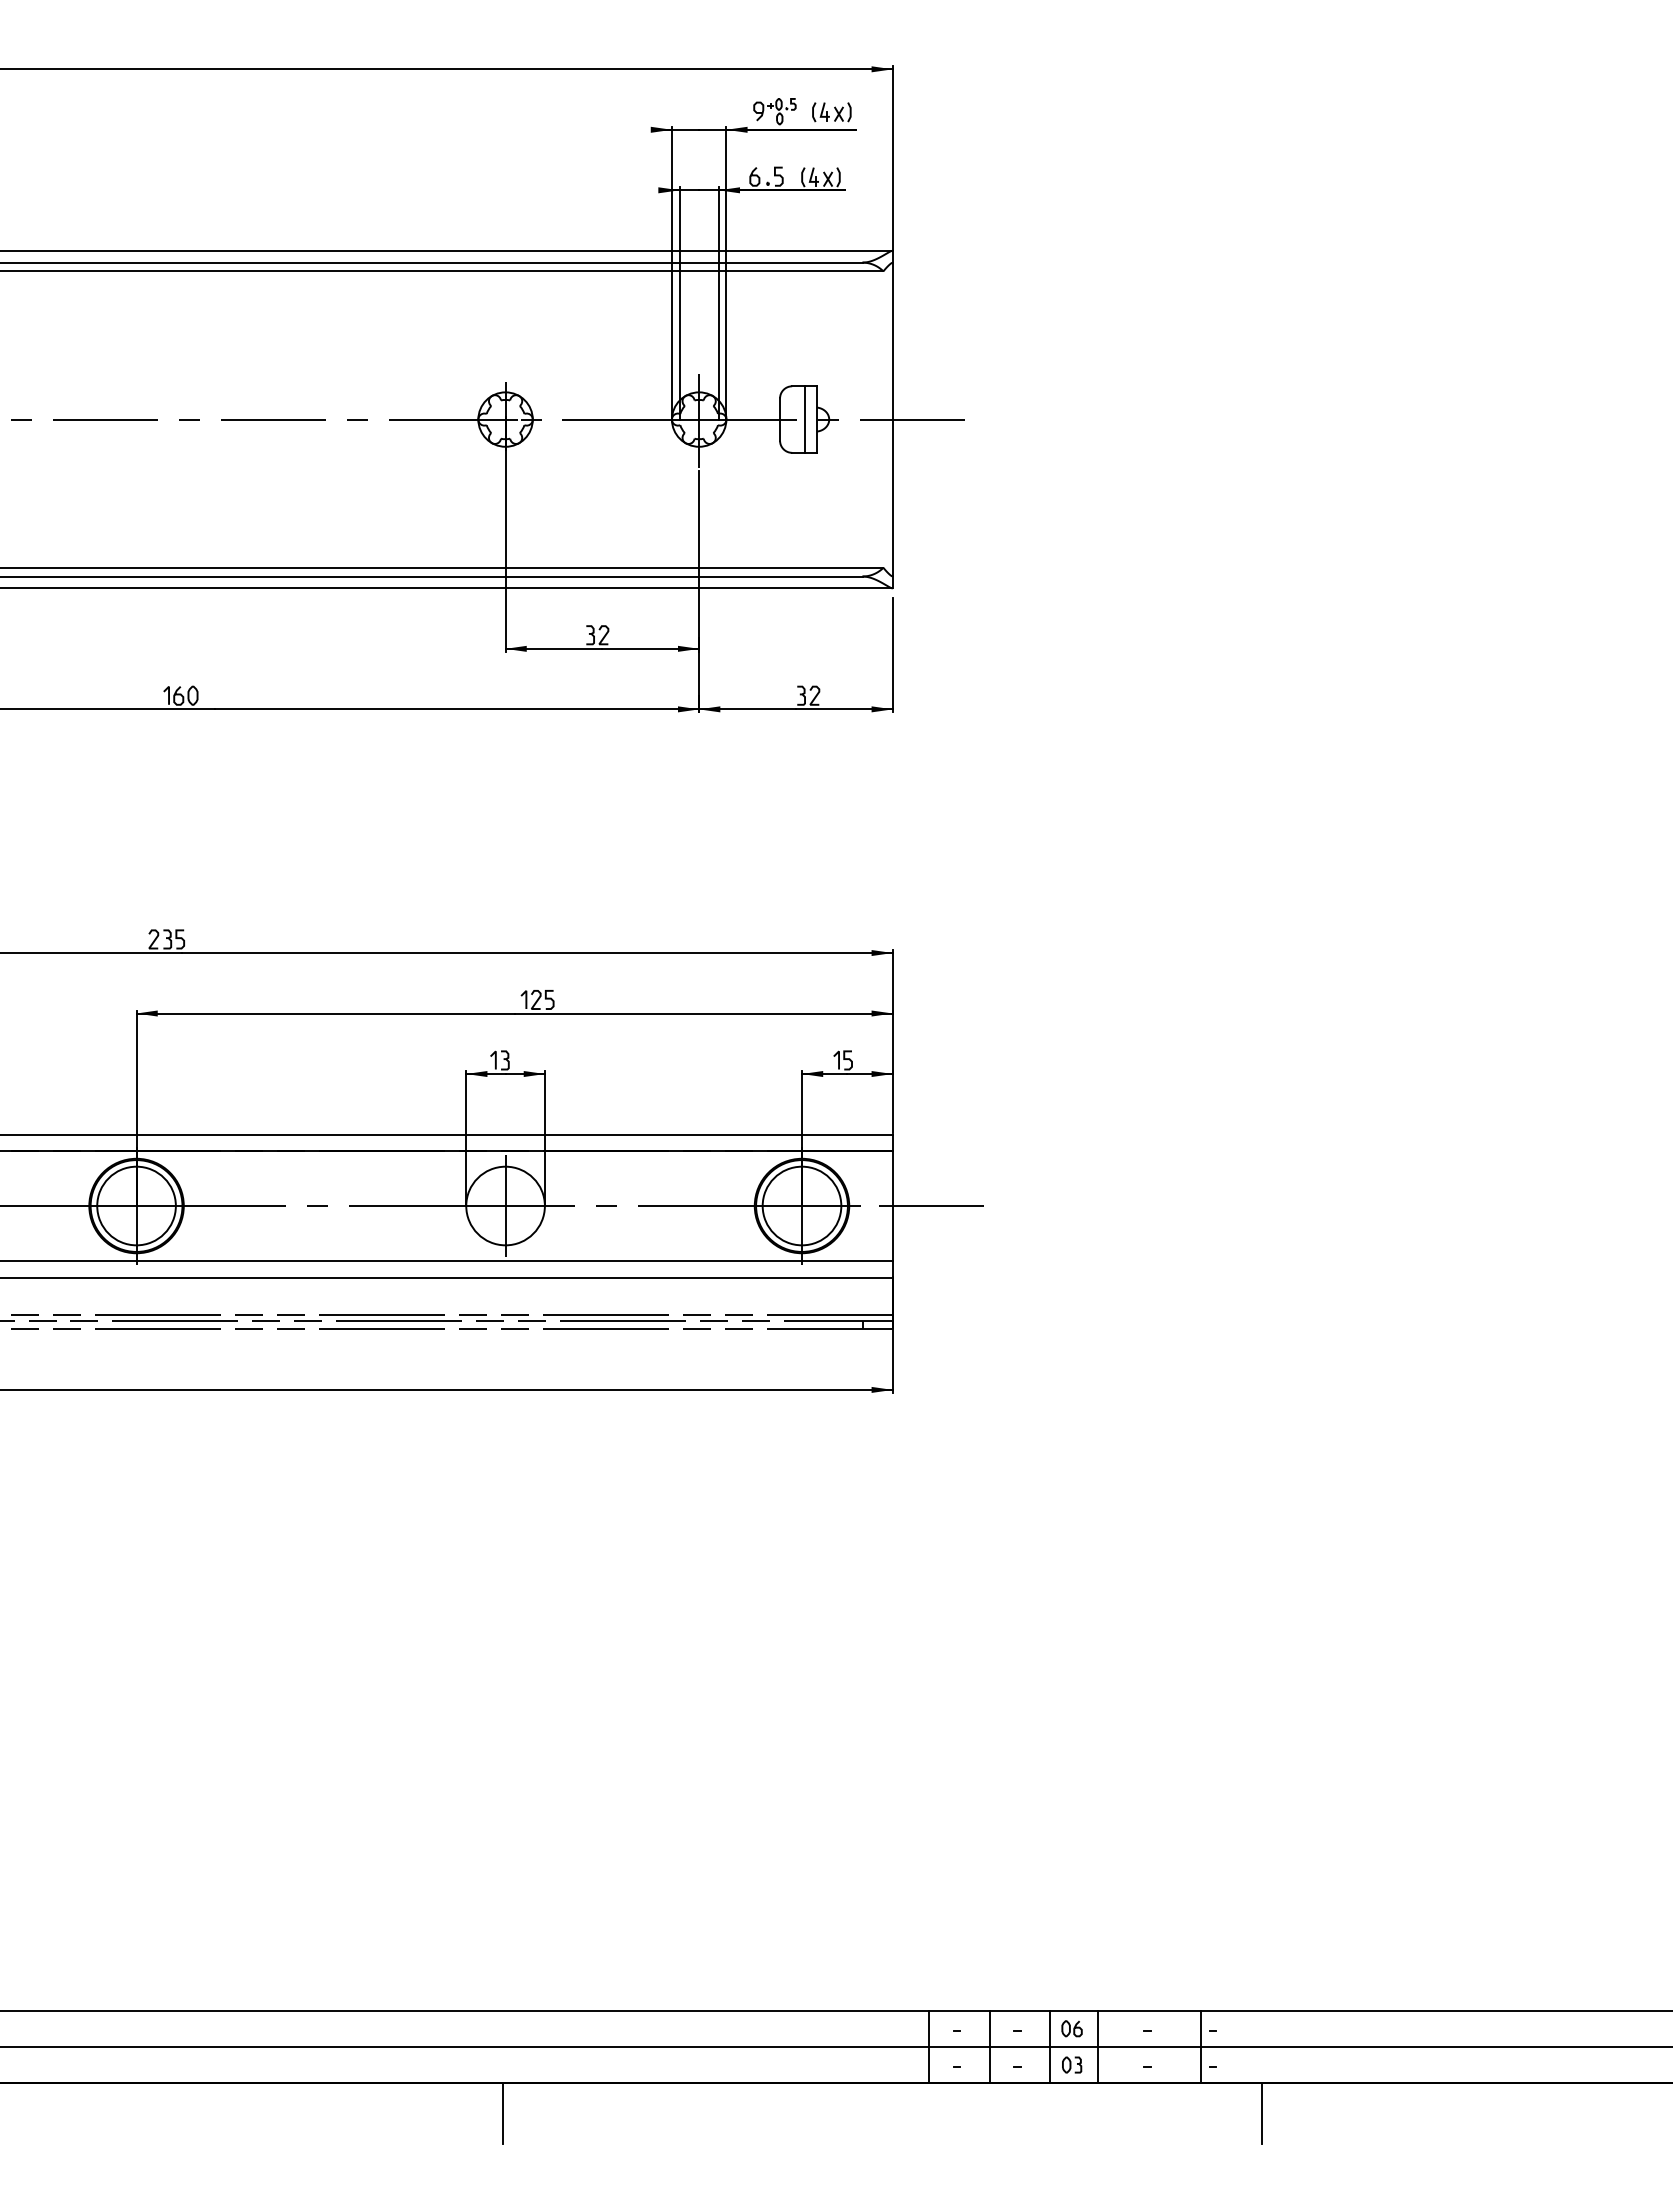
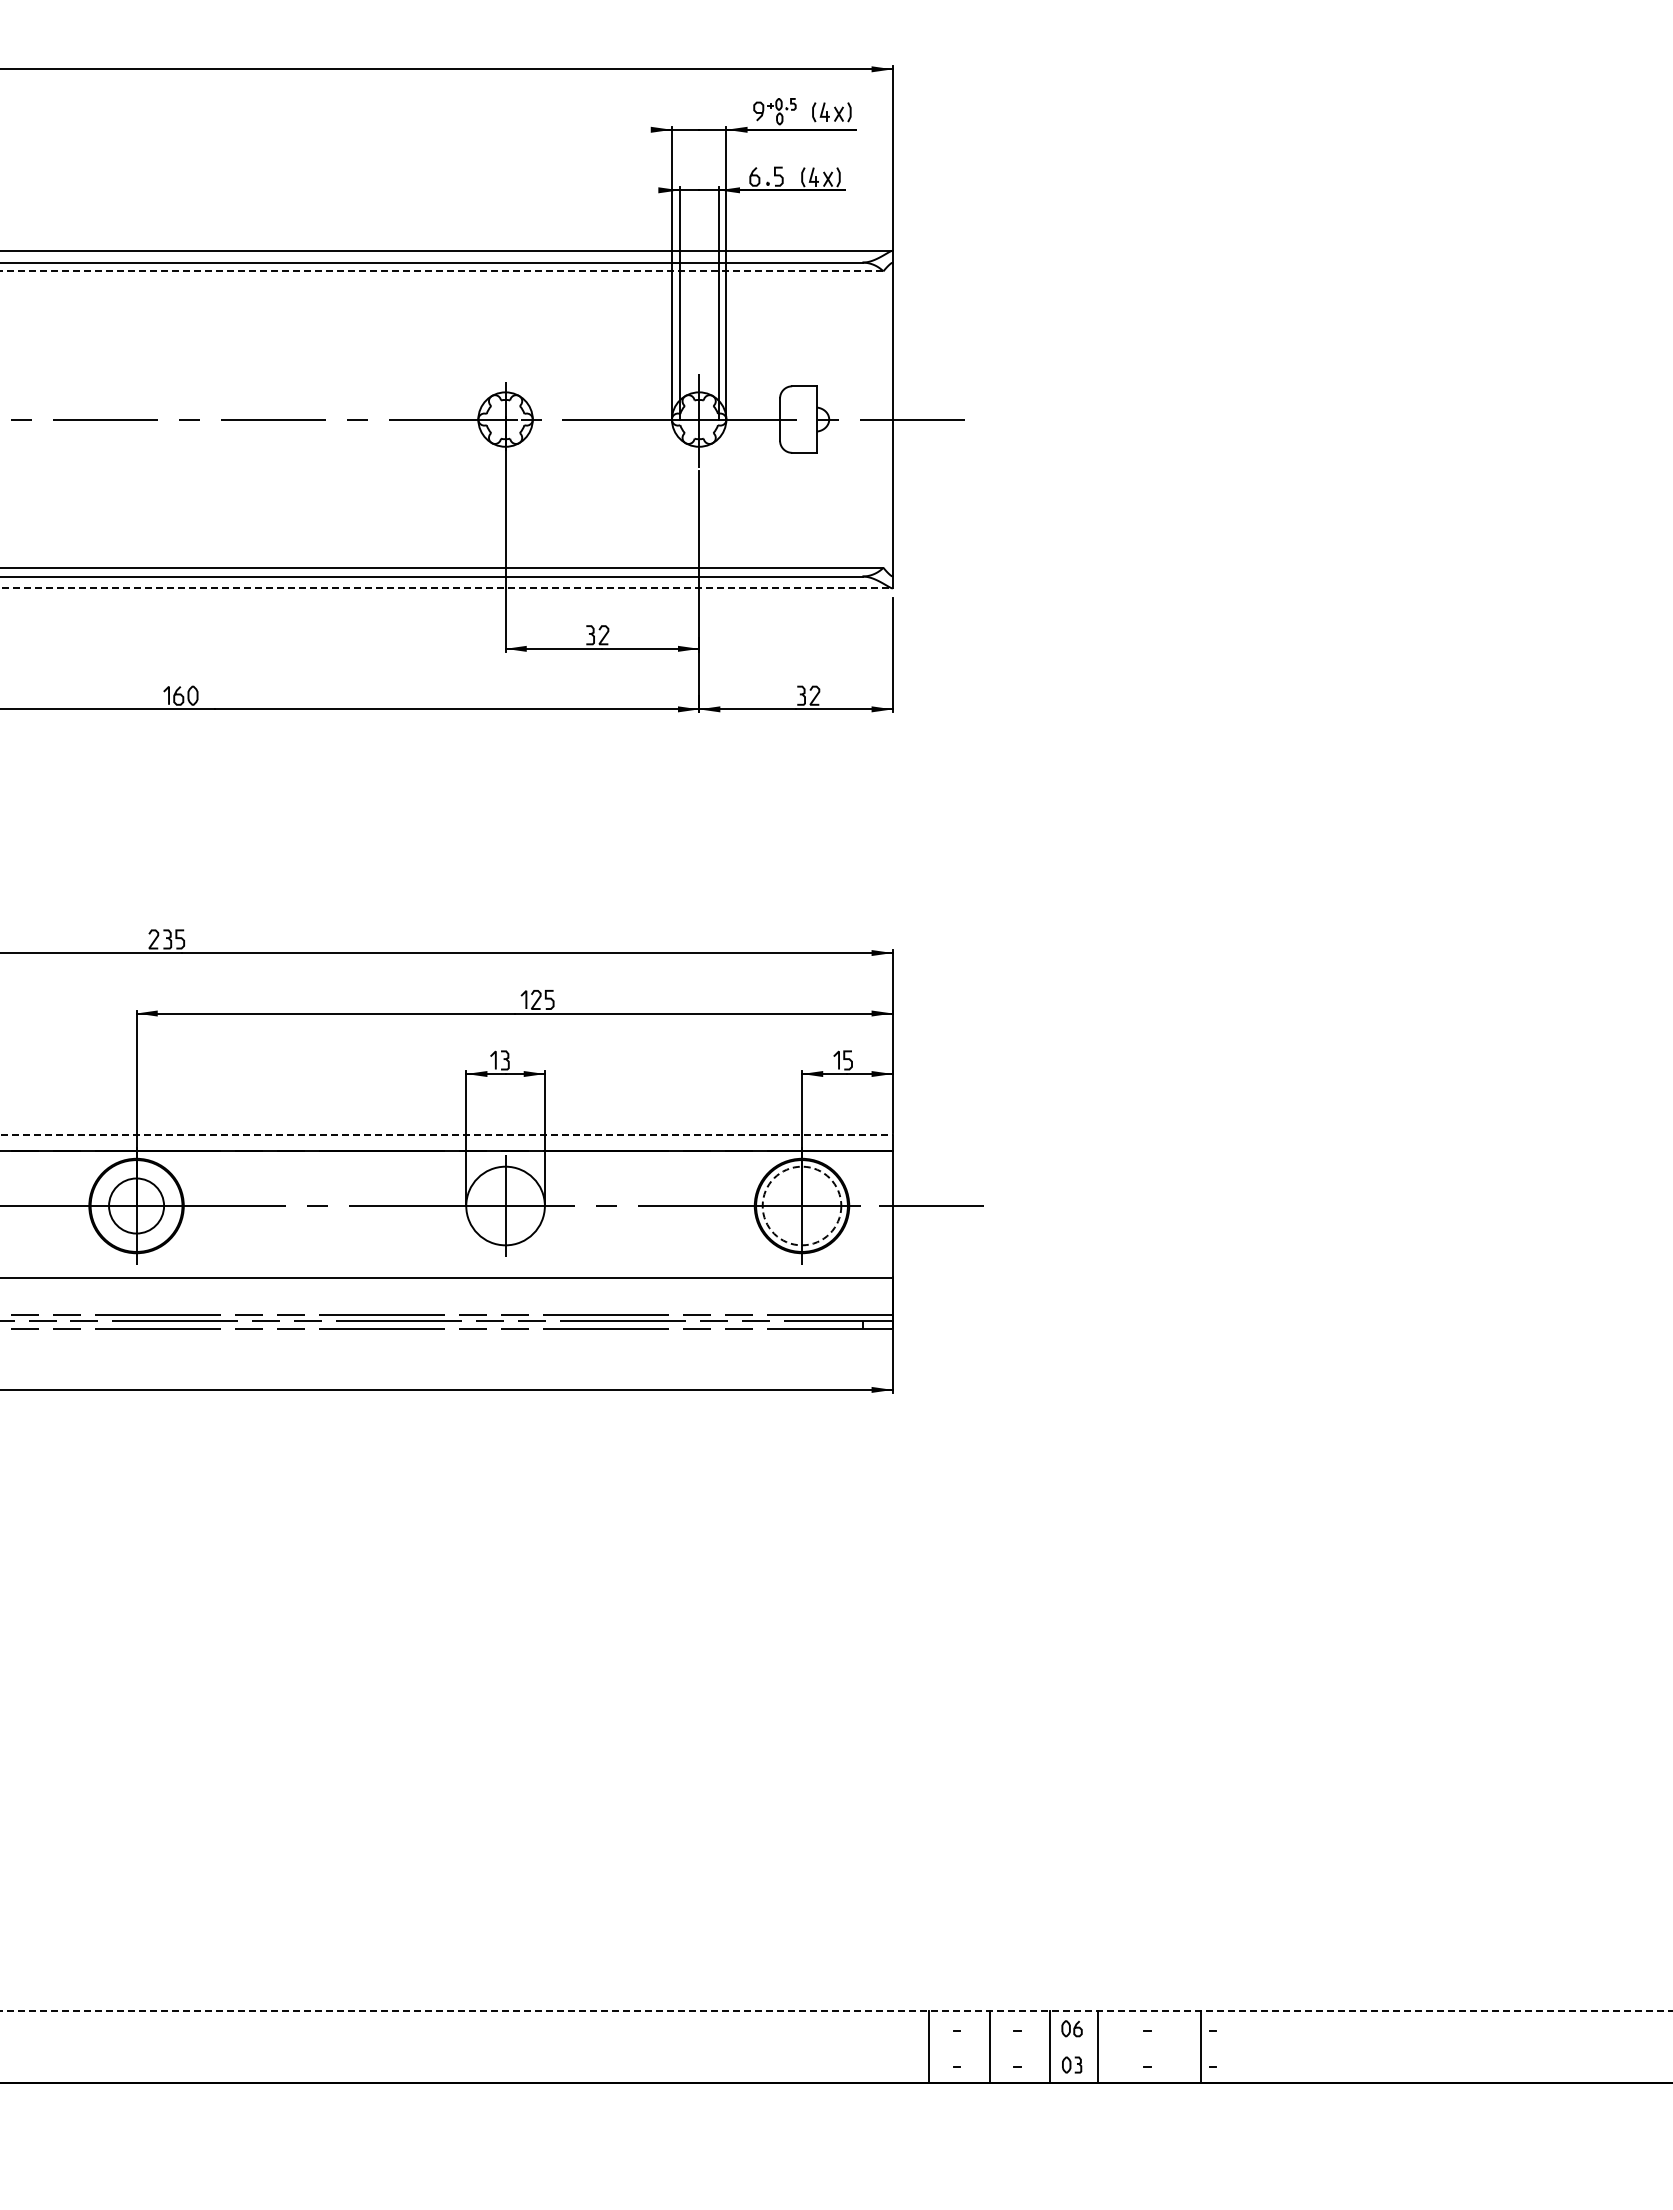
line at (441, 271): solid -> dashed
line at (805, 419): present -> none
line at (446, 588): solid -> dashed
line at (446, 1134): solid -> dashed
circle at (136, 1205) diameter: 79 px -> 55 px
circle at (801, 1205): solid -> dashed
line at (447, 1260): present -> none
line at (836, 2010): solid -> dashed
line at (835, 2046): present -> none
line at (502, 2113): present -> none
line at (1261, 2113): present -> none
